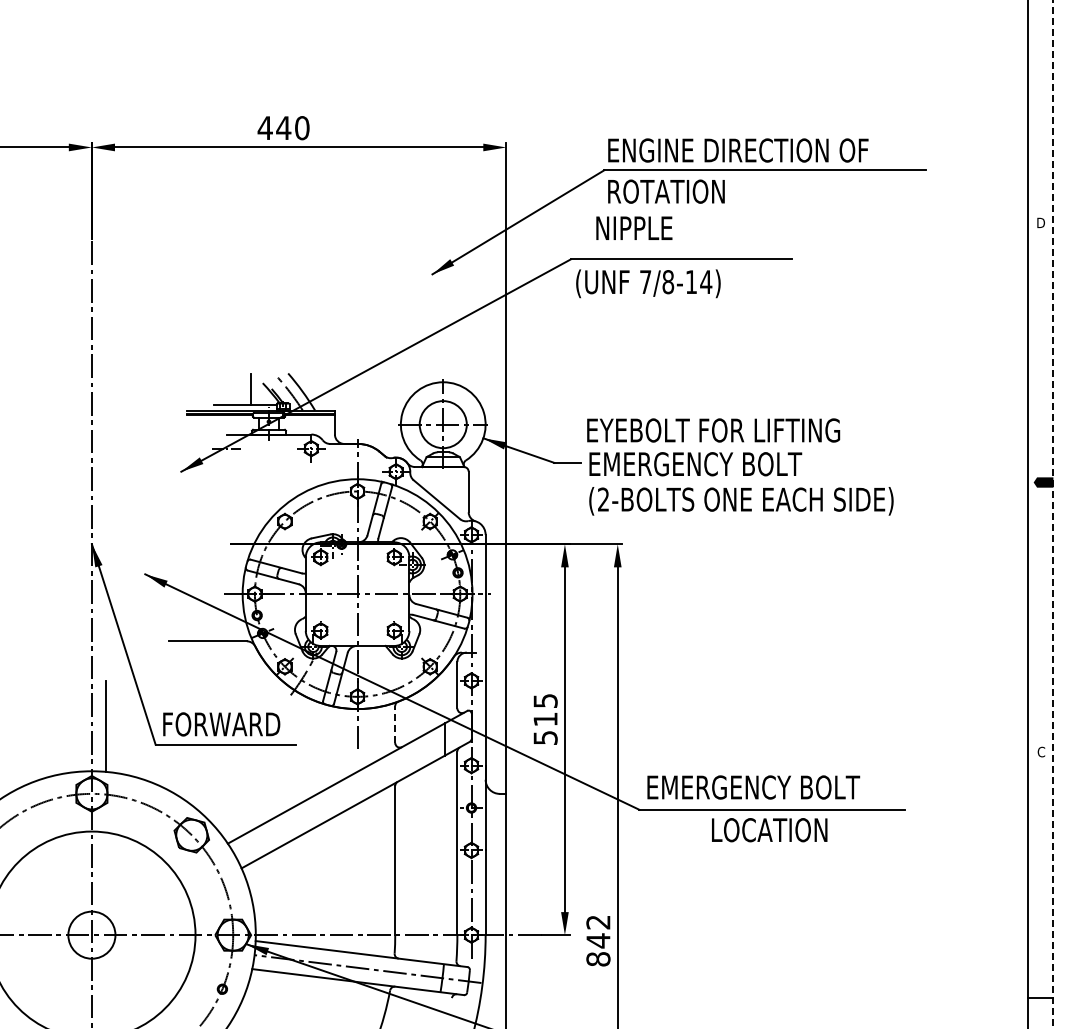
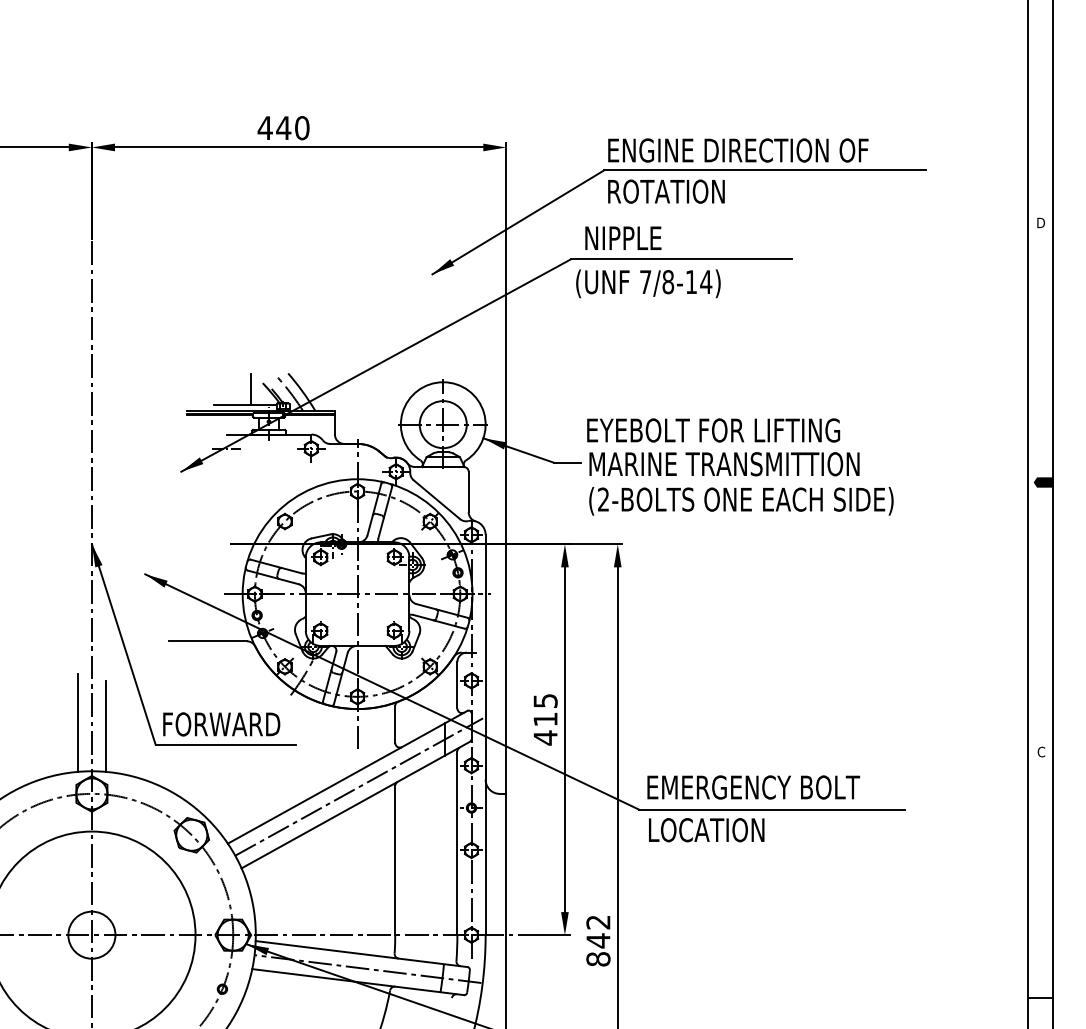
text at (634, 227) position: (634, 227) -> (623, 237)
text at (725, 464): EMERGENCY BOLT -> MARINE TRANSMITTION
line at (1053, 514): dashed -> solid
line at (77, 722): none -> present
line at (395, 723): dashed -> solid
text at (545, 737): 515 -> 415
line at (359, 786): none -> present
text at (769, 830) position: (769, 830) -> (706, 830)
